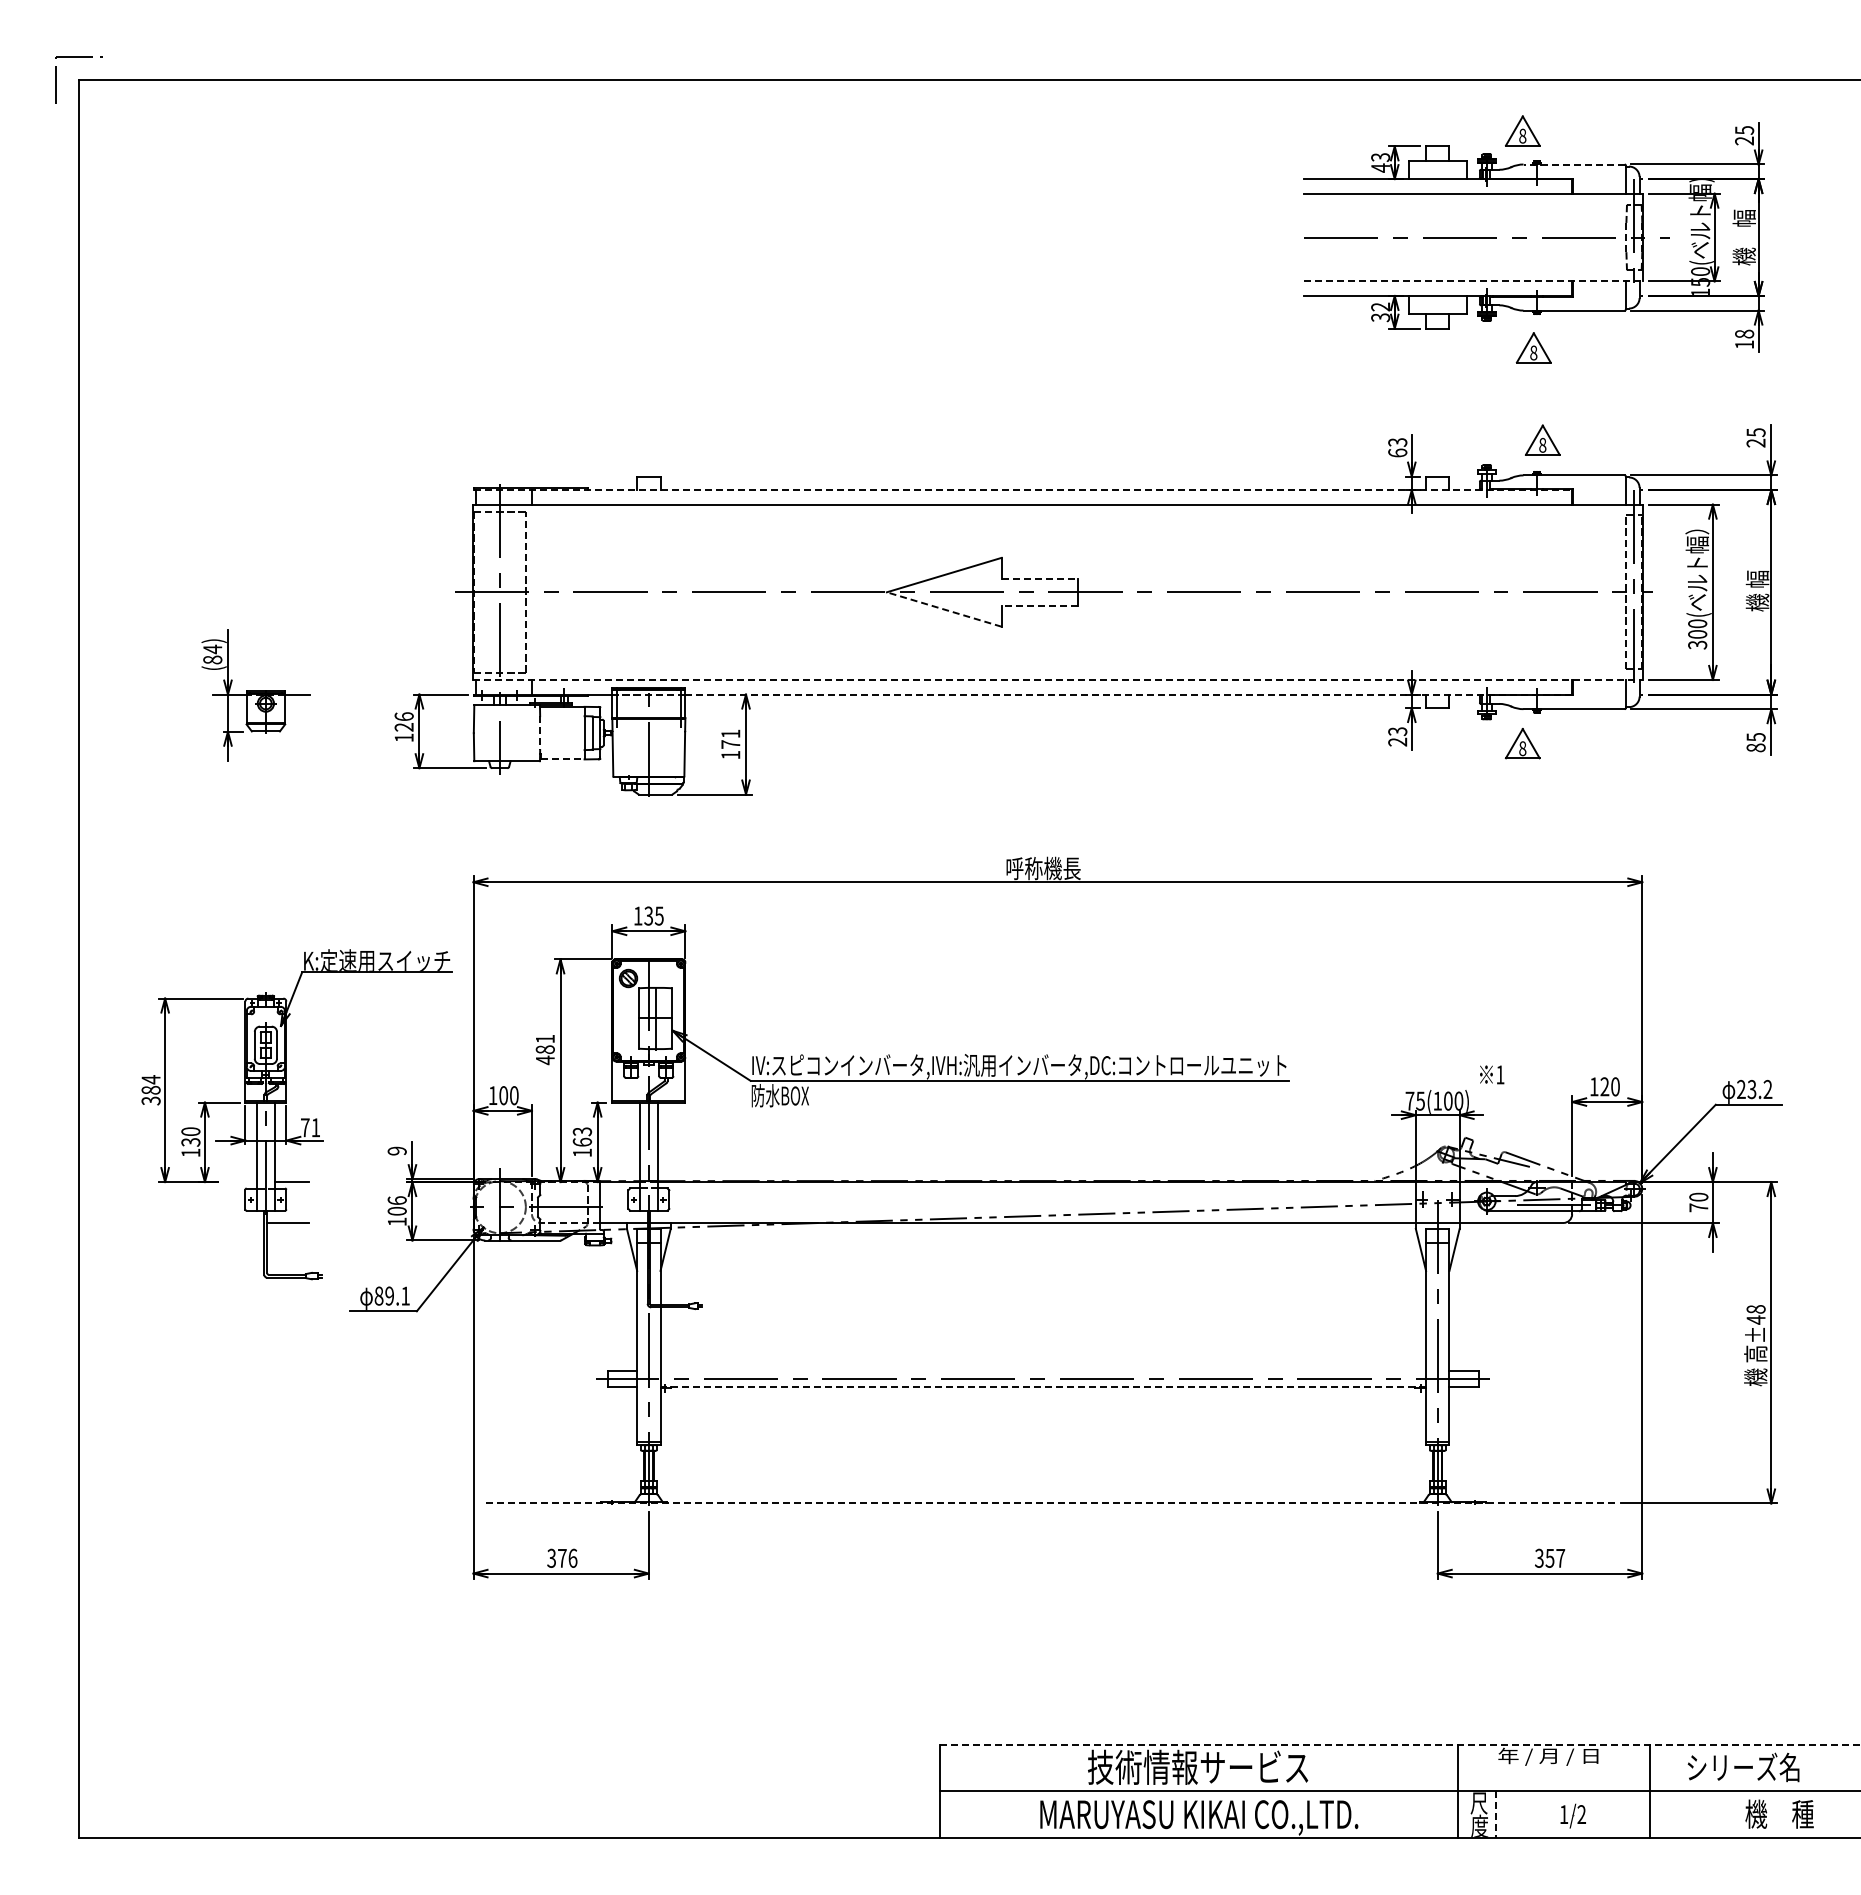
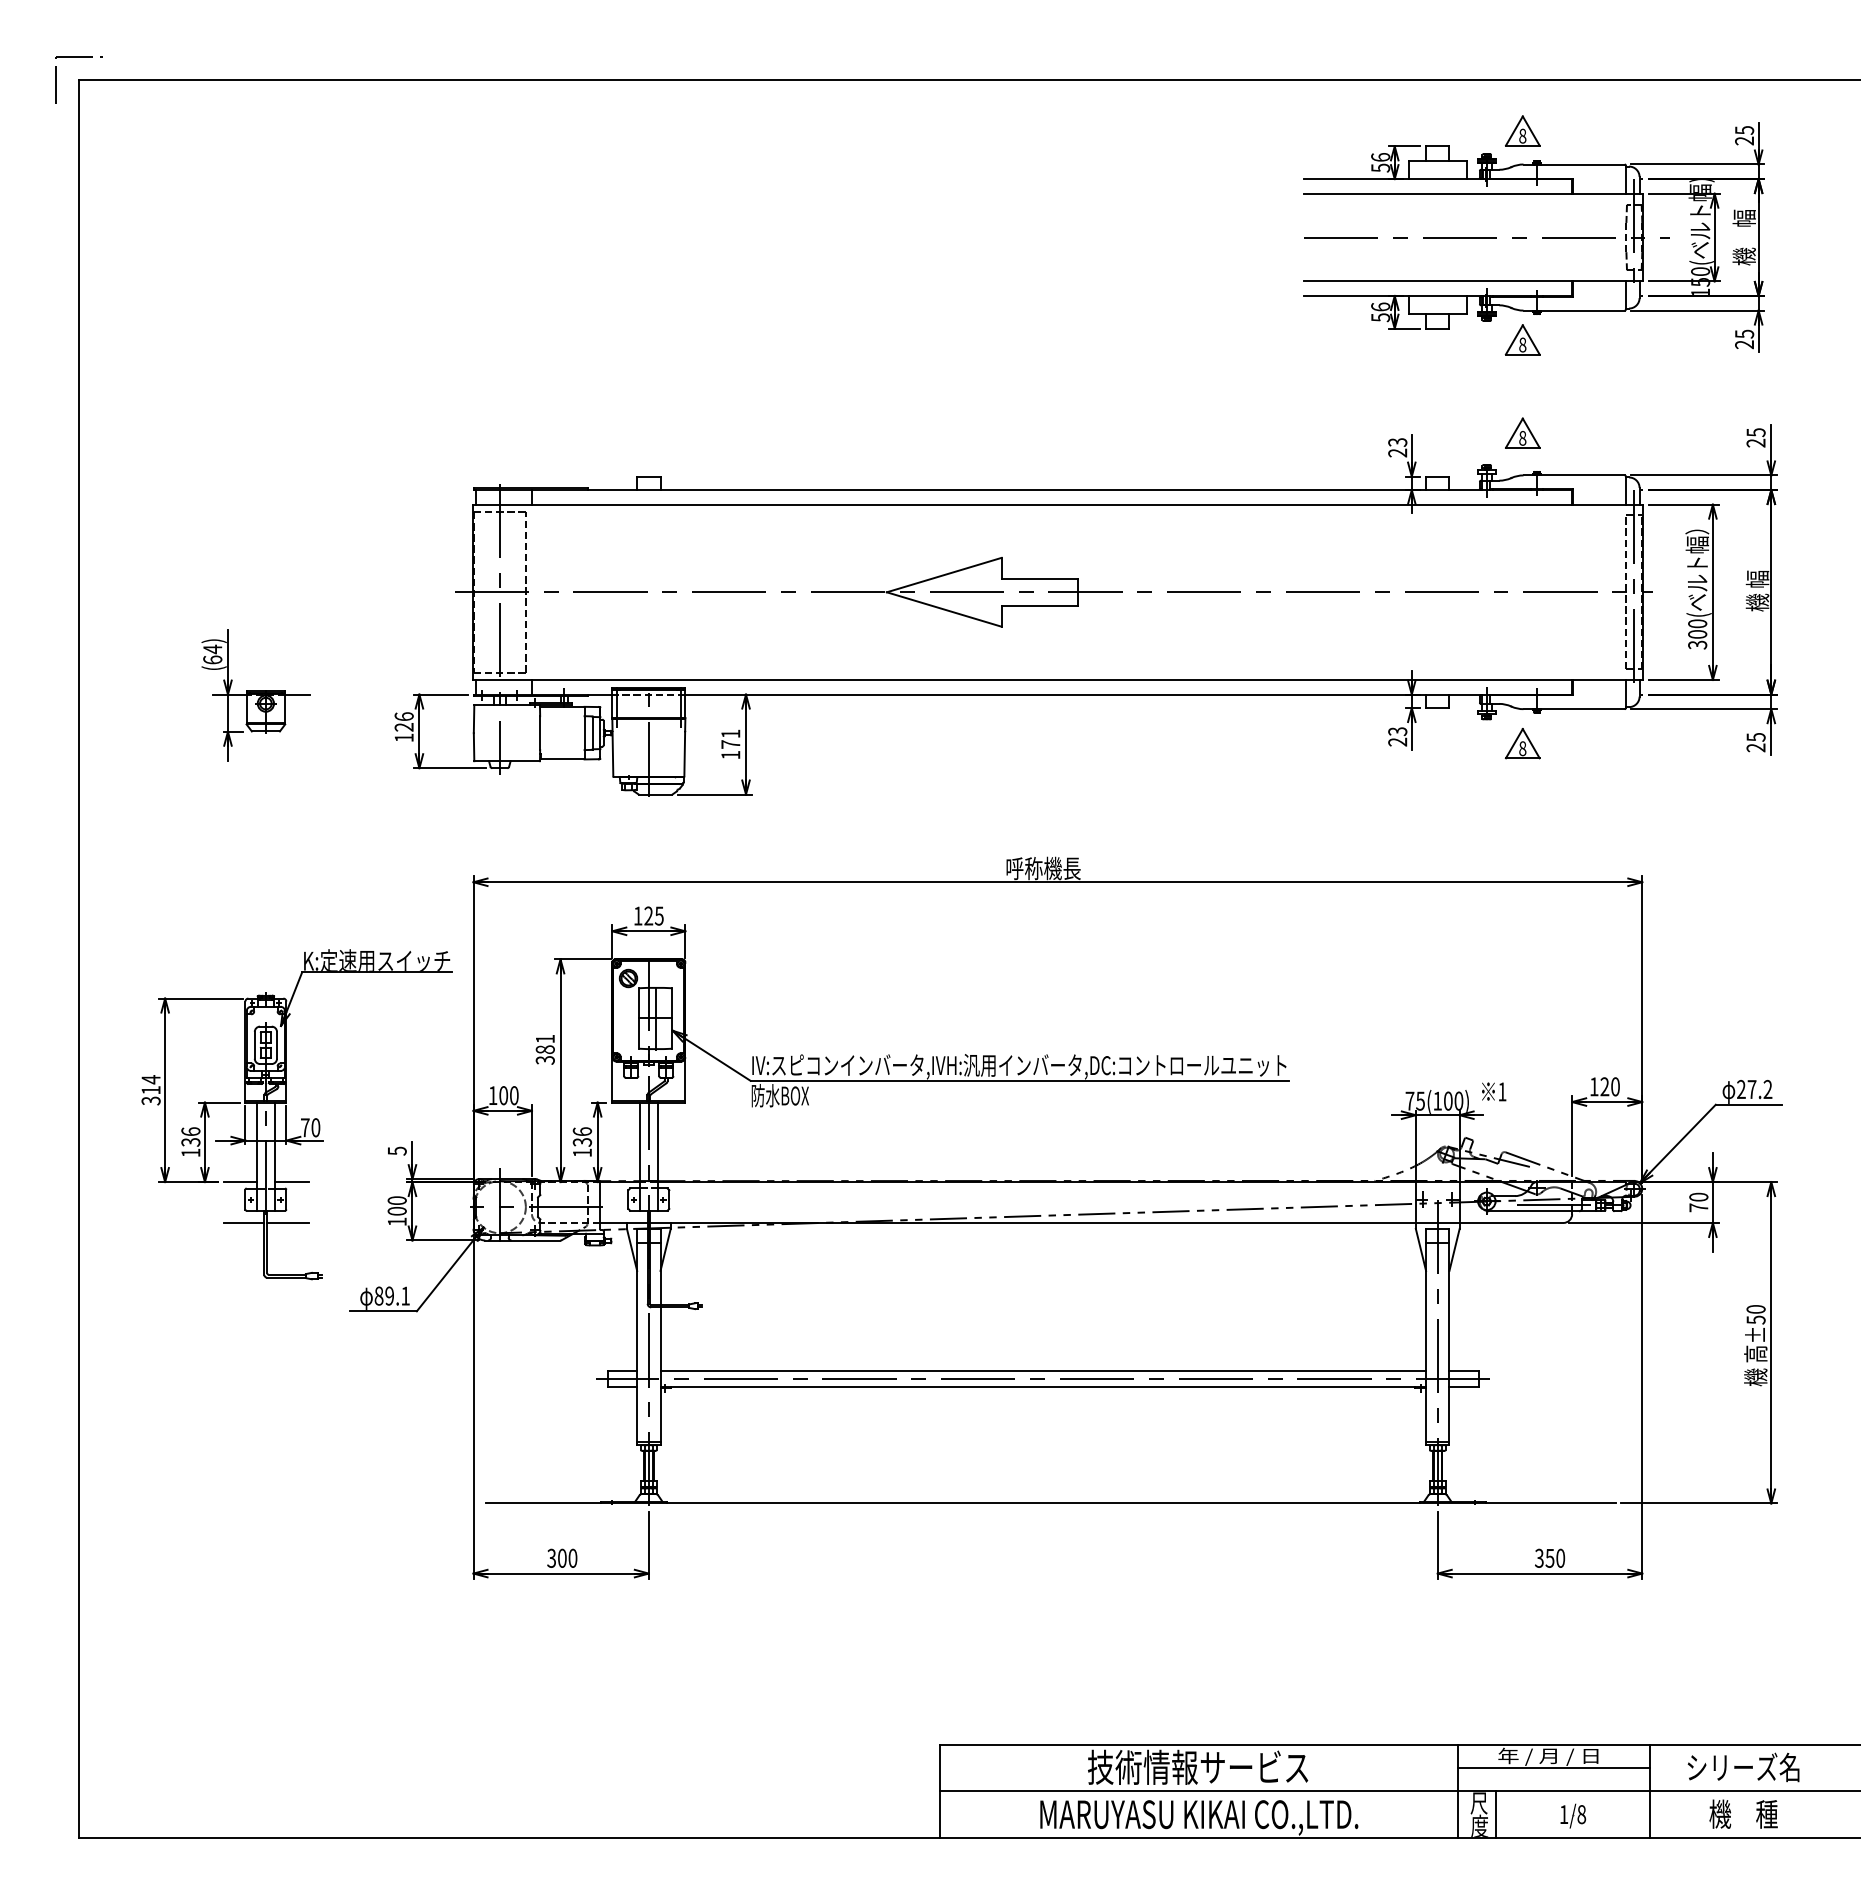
text at (1380, 162): 43 -> 56
line at (1574, 164): dashed -> solid
line at (1473, 281): dashed -> solid
text at (1380, 311): 32 -> 56
text at (1744, 339): 18 -> 25
part at (1533, 347) position: (1533, 347) -> (1522, 339)
part at (1542, 439) position: (1542, 439) -> (1522, 432)
text at (1397, 452): 63 -> 23
line at (1023, 490): dashed -> solid
line at (1040, 578): dashed -> solid
line at (1039, 606): dashed -> solid
line at (944, 609): dashed -> solid
text at (212, 659): (84) -> (64)
line at (1058, 679): dashed -> solid
line at (1128, 694): dashed -> solid
line at (540, 733): dashed -> solid
text at (1755, 747): 85 -> 25
line at (562, 759): dashed -> solid
text at (648, 916): 135 -> 125
text at (544, 1060): 481 -> 381
text at (1492, 1074) position: (1492, 1074) -> (1494, 1091)
text at (150, 1089): 384 -> 314
text at (1751, 1089): 23.2 -> 27.2
text at (315, 1127): 71 -> 70
text at (190, 1131): 130 -> 136
text at (582, 1136): 163 -> 136
text at (396, 1150): 9 -> 5
line at (240, 1182): none -> present
text at (396, 1200): 106 -> 100
line at (243, 1222): none -> present
text at (1755, 1314): ±48 -> ±50
line at (1043, 1370): none -> present
line at (1043, 1386): dashed -> solid
line at (1050, 1503): dashed -> solid
text at (567, 1557): 376 -> 300
text at (1560, 1557): 357 -> 350
line at (1400, 1744): dashed -> solid
line at (1554, 1767): none -> present
text at (1779, 1813) position: (1779, 1813) -> (1743, 1813)
text at (1581, 1814): 1/2 -> 1/8
line at (1495, 1815): dashed -> solid
